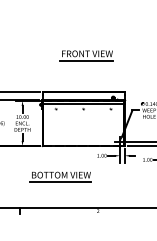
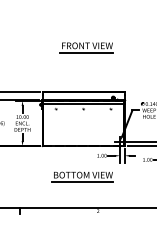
part at (86, 55) position: (86, 55) -> (86, 47)
part at (60, 176) position: (60, 176) -> (82, 176)
